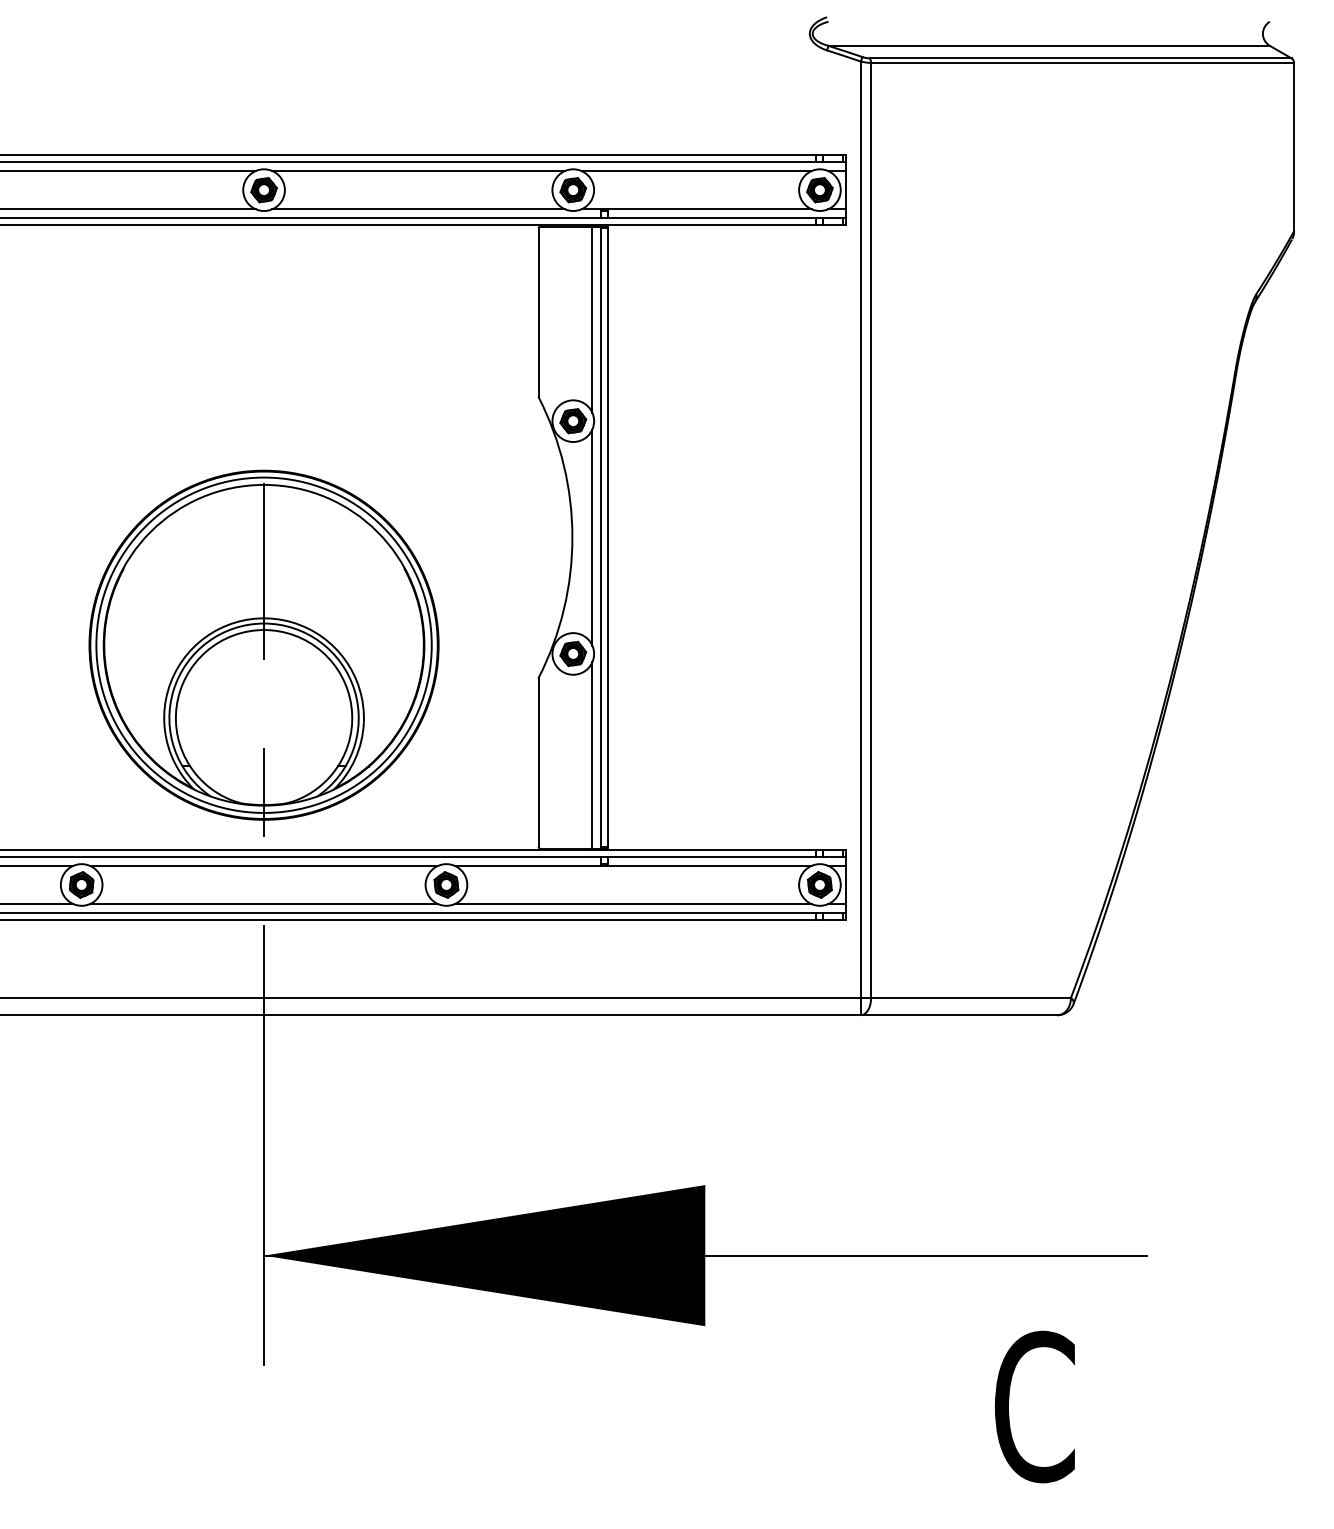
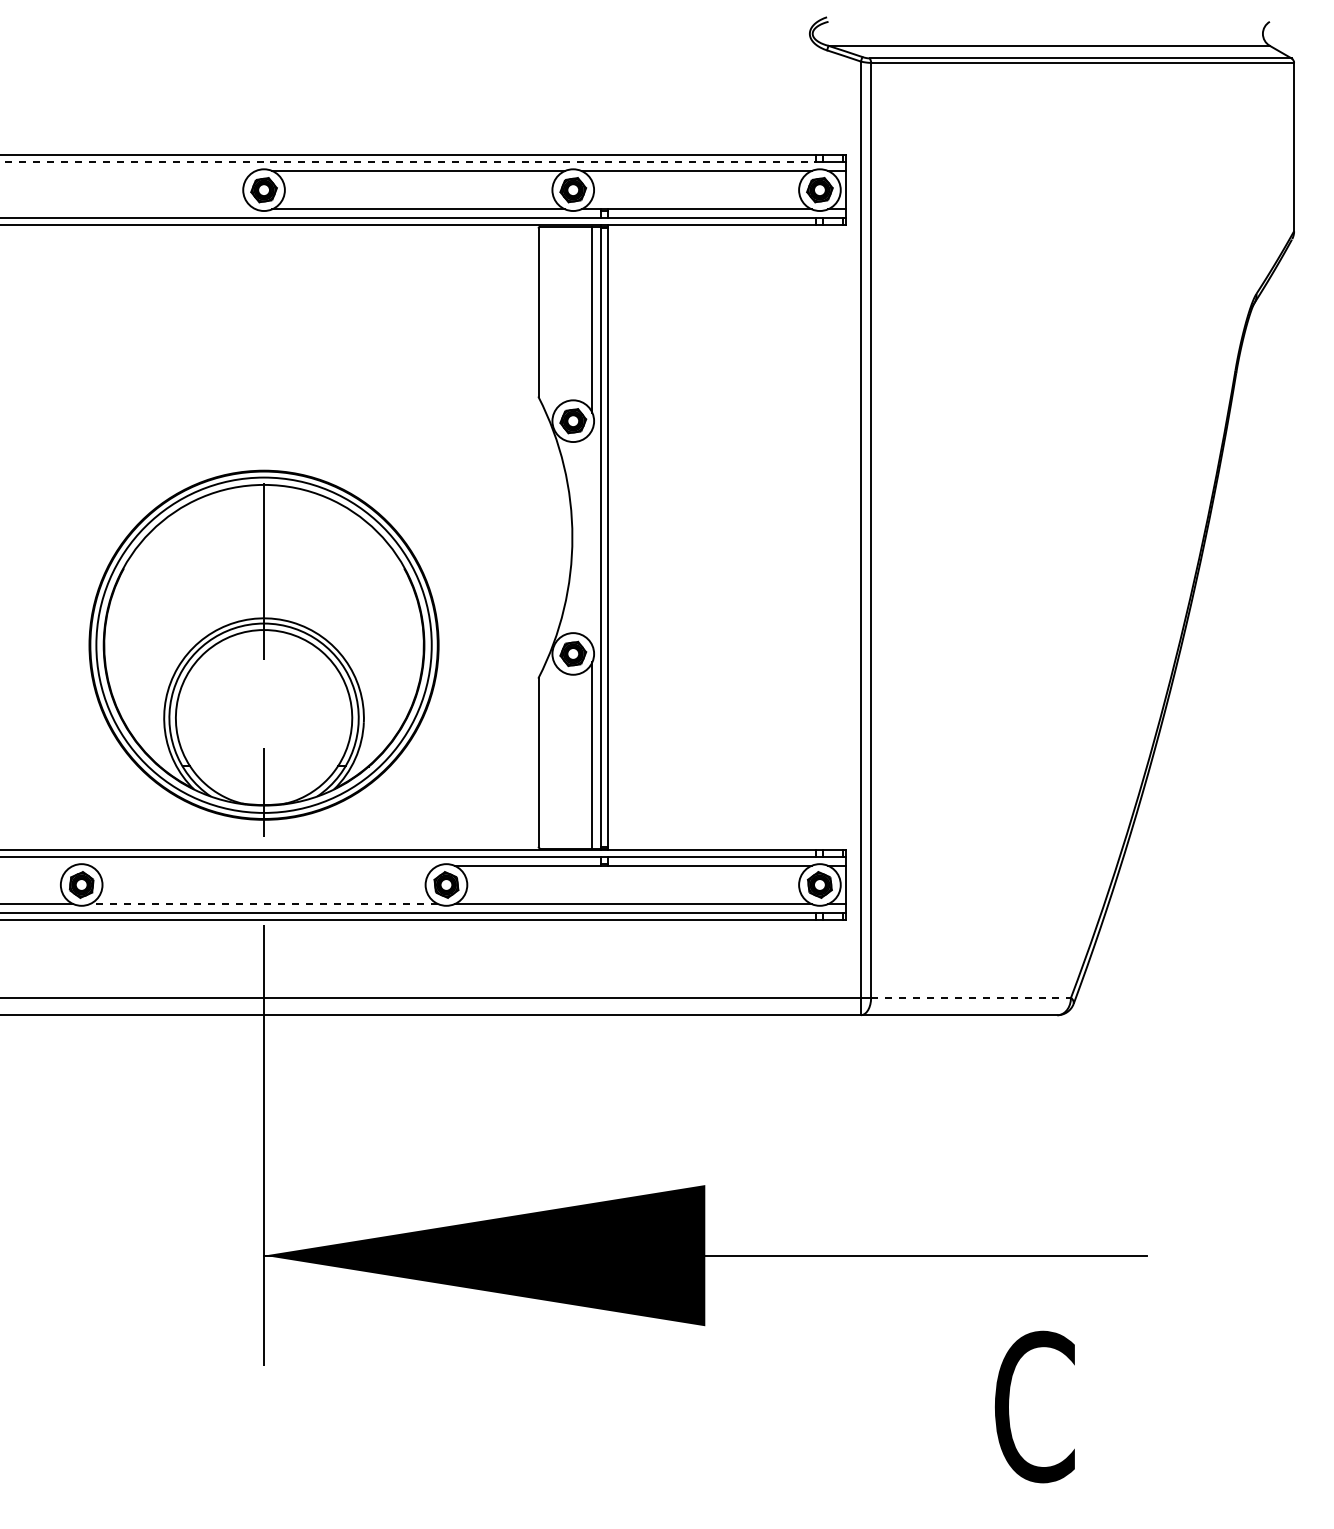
line at (407, 162): solid -> dashed
line at (128, 171): present -> none
line at (128, 209): present -> none
line at (592, 537): present -> none
line at (37, 865): present -> none
line at (264, 865): present -> none
line at (263, 904): solid -> dashed
line at (971, 997): solid -> dashed
